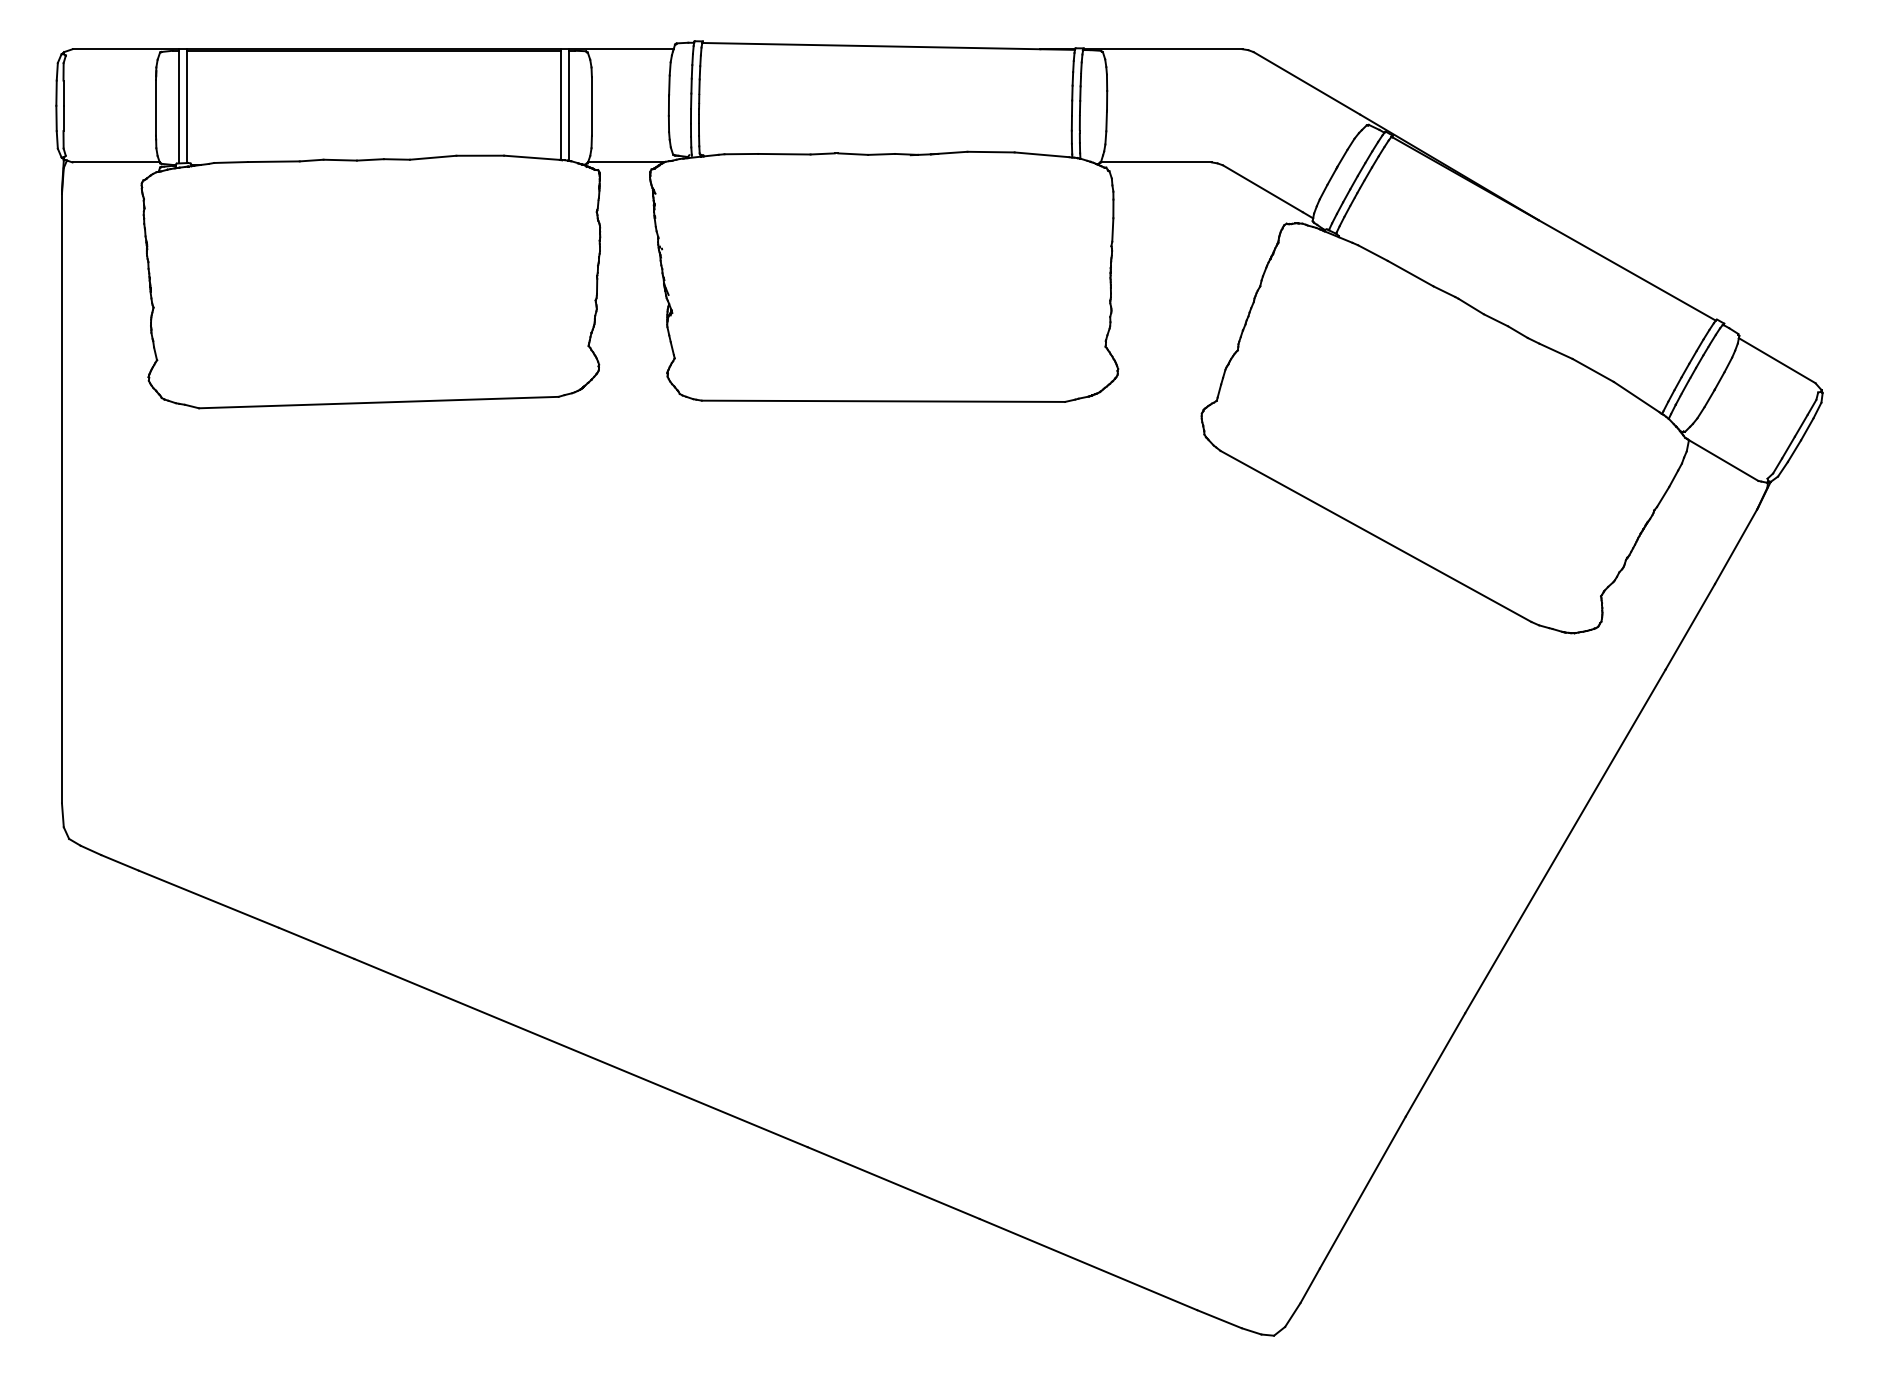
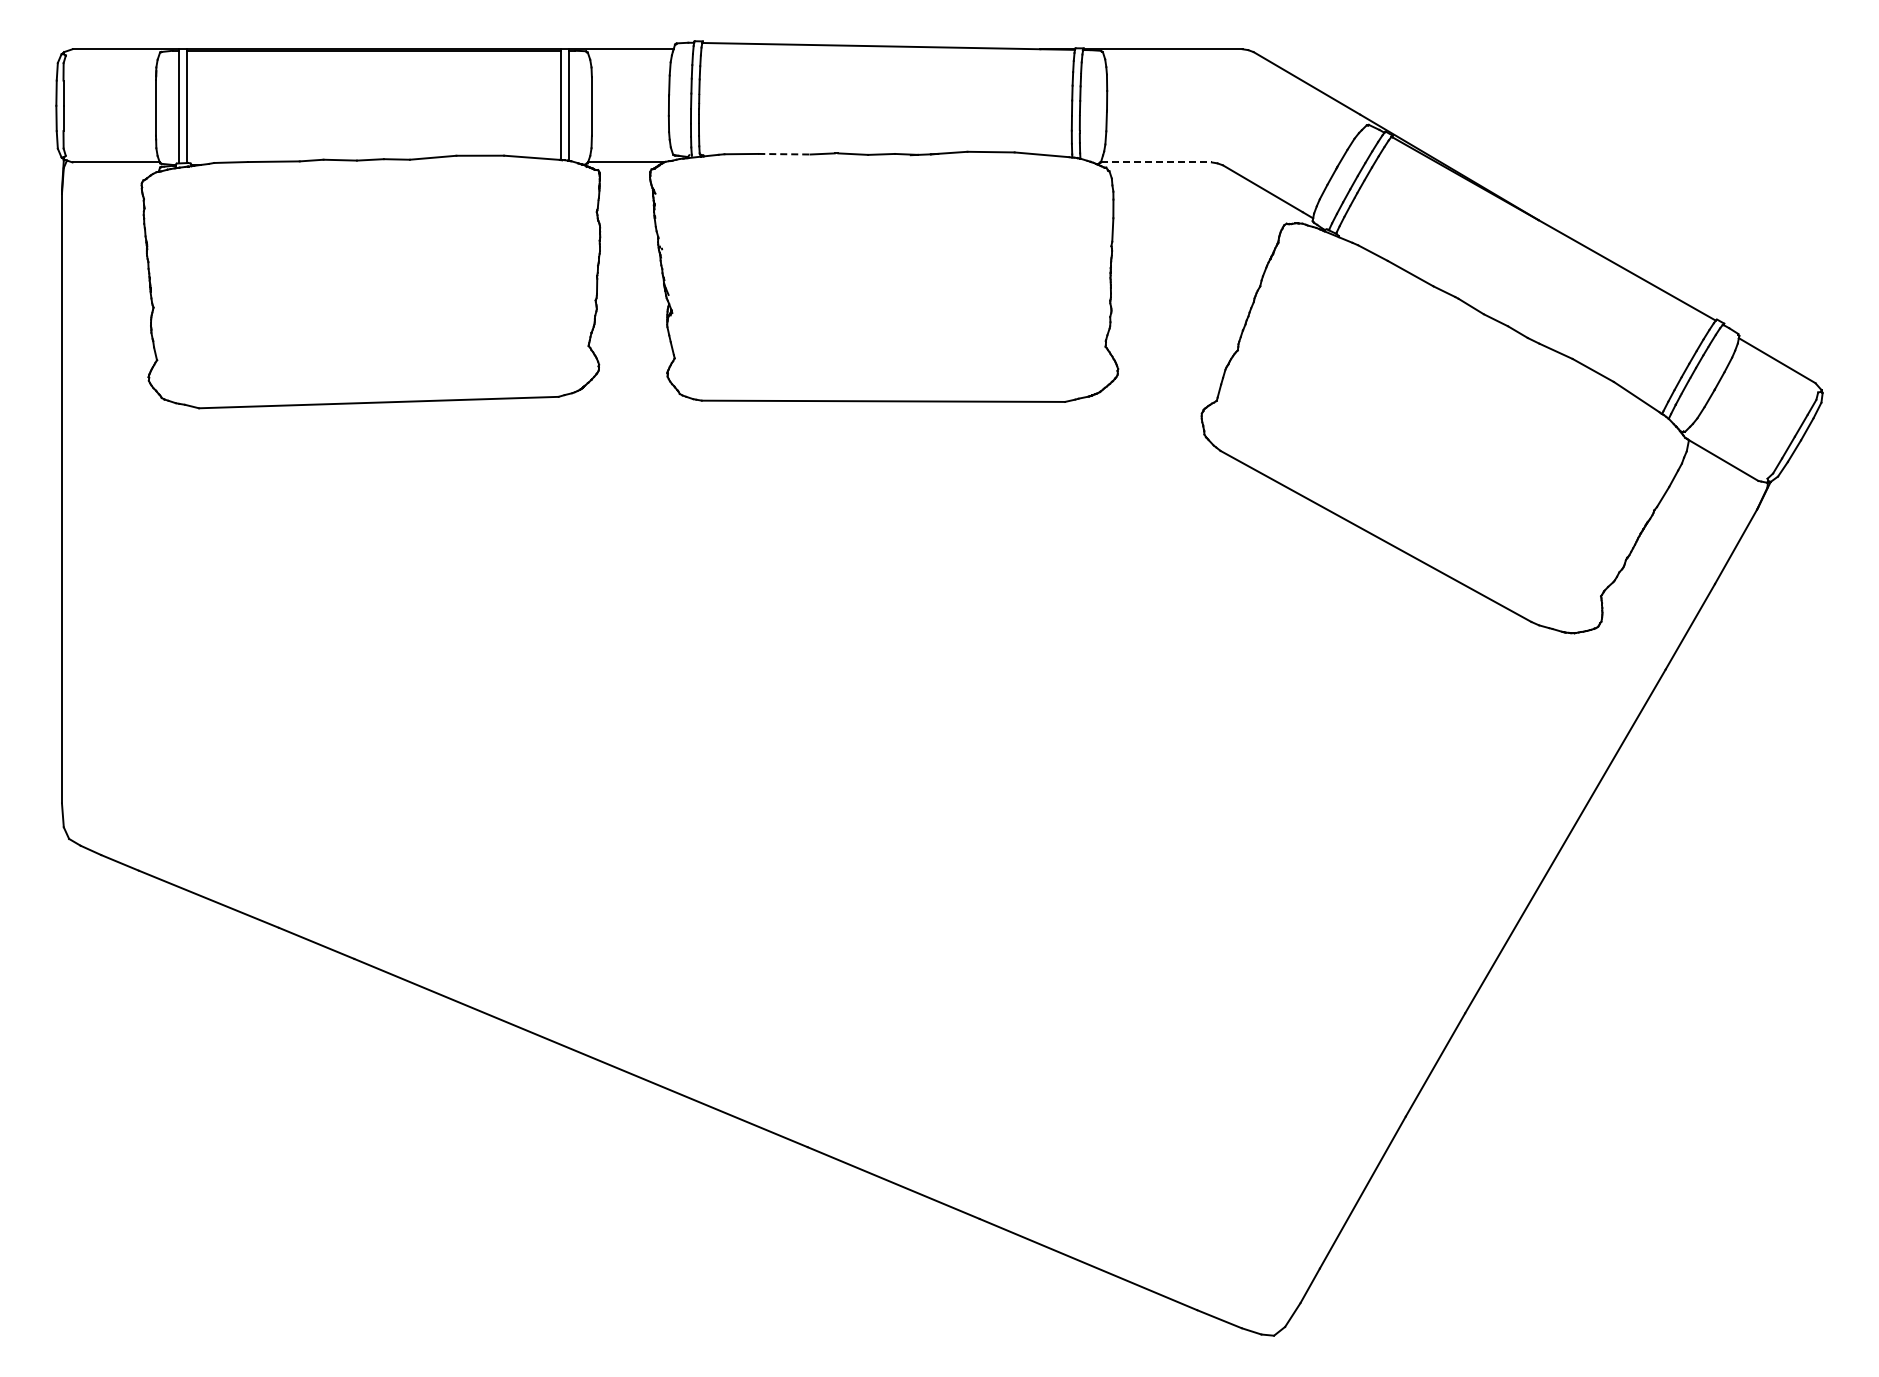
line at (784, 154): solid -> dashed
line at (1156, 162): solid -> dashed
